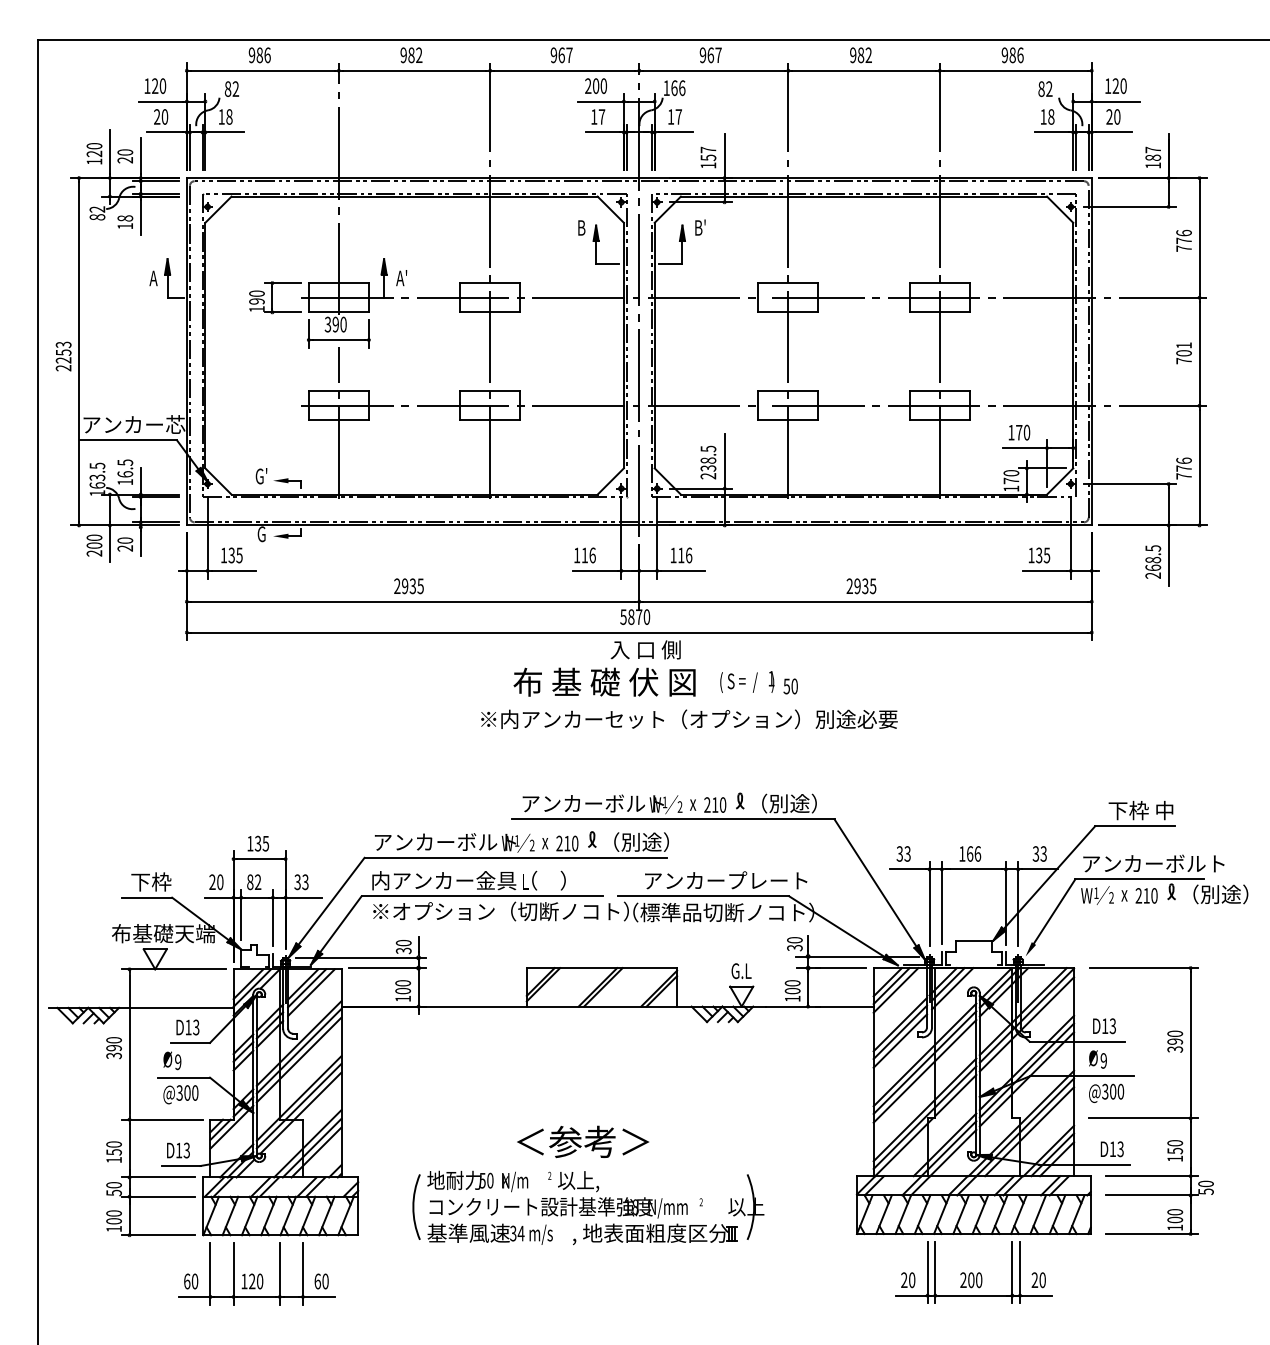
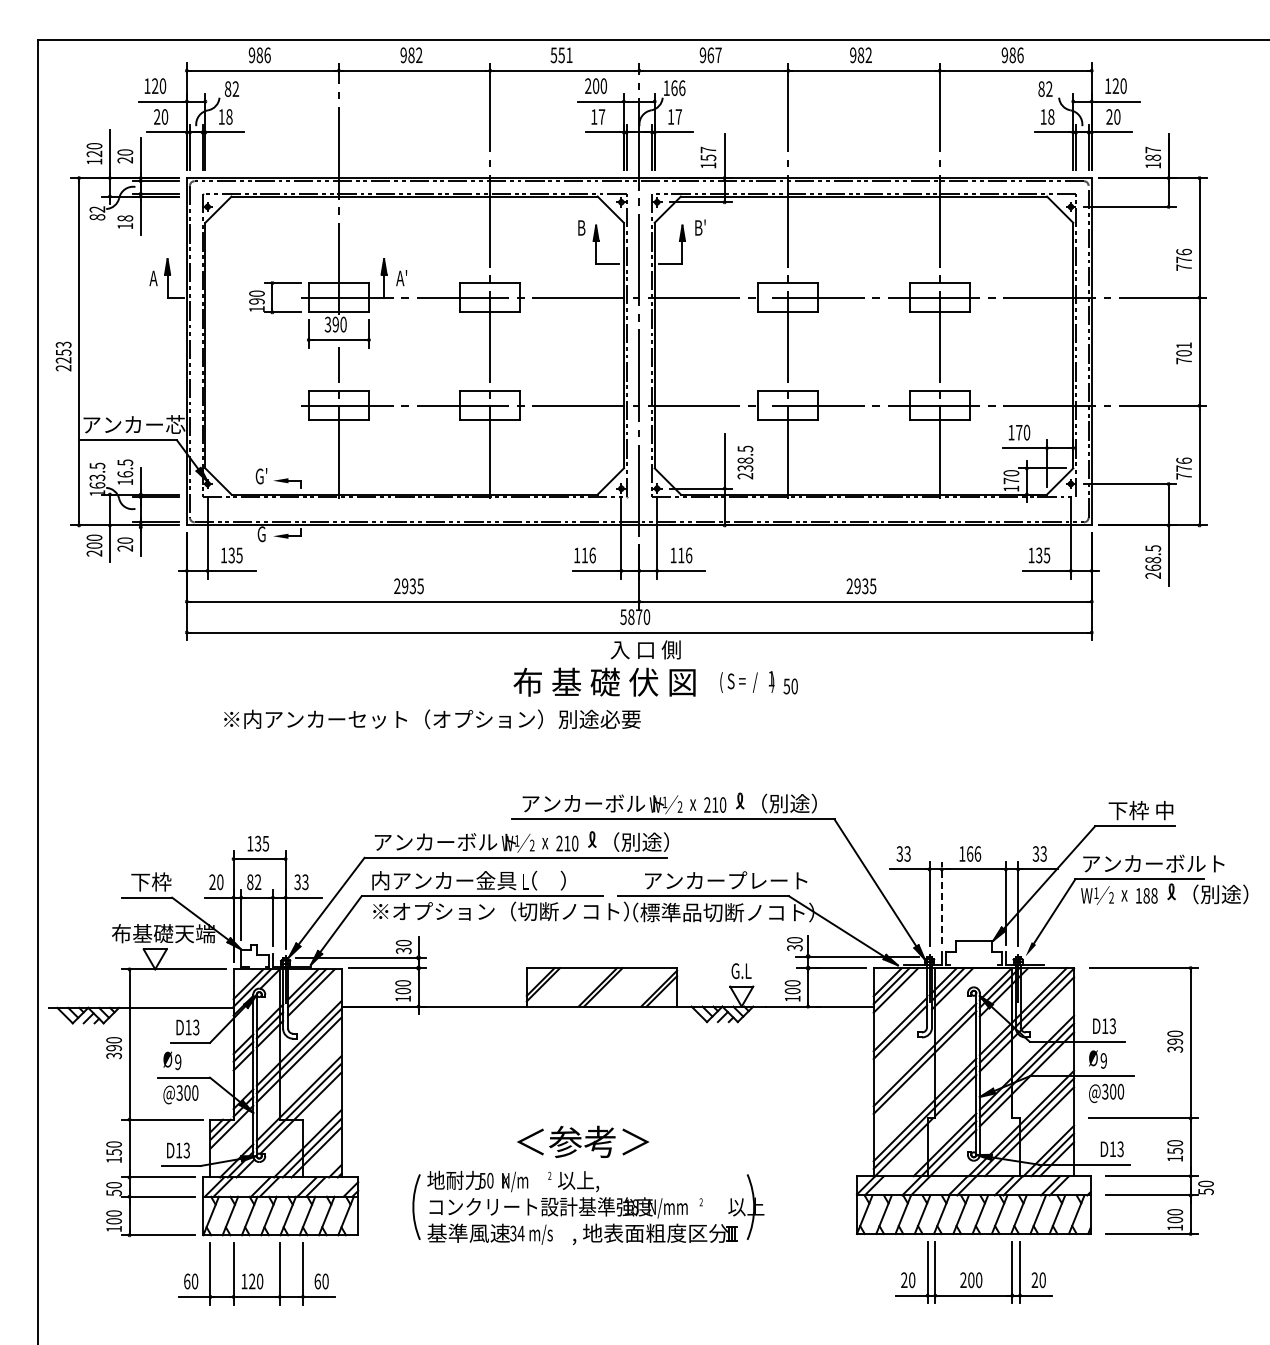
text at (561, 55): 967 -> 551
text at (1183, 240) position: (1183, 240) -> (1183, 259)
text at (708, 462) position: (708, 462) -> (745, 462)
text at (689, 719) position: (689, 719) -> (432, 719)
text at (1146, 895): 210 -> 188
line at (941, 902): solid -> dashed
line at (900, 1040): present -> none
line at (924, 1071): present -> none
